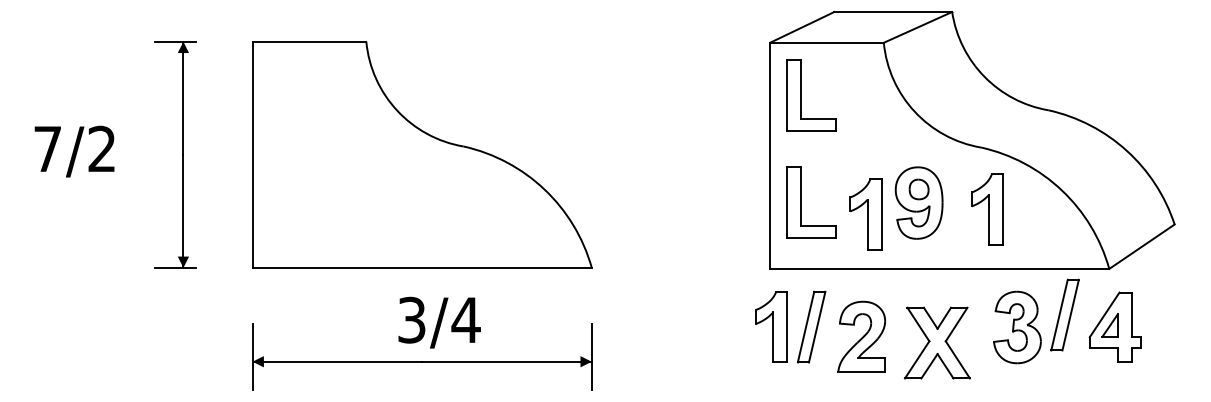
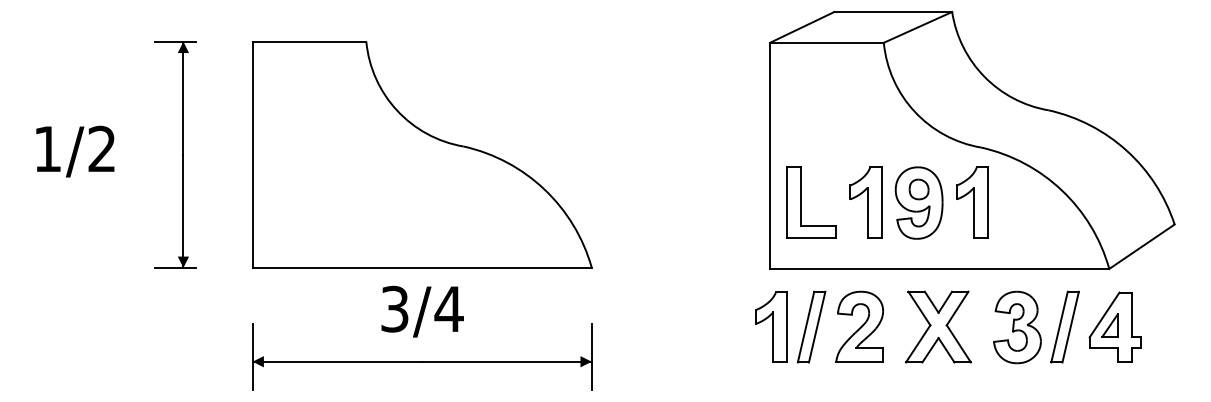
part at (801, 95): present -> none
text at (47, 148): 7/2 -> 1/2
part at (987, 209) position: (987, 209) -> (972, 202)
part at (865, 214) position: (865, 214) -> (865, 202)
part at (1064, 314) position: (1064, 314) -> (1064, 326)
text at (439, 322) position: (439, 322) -> (422, 311)
part at (861, 336) position: (861, 336) -> (859, 326)
part at (936, 342) position: (936, 342) -> (937, 326)
